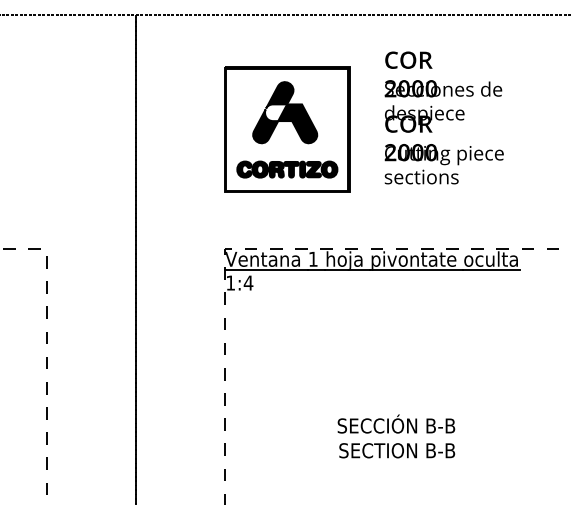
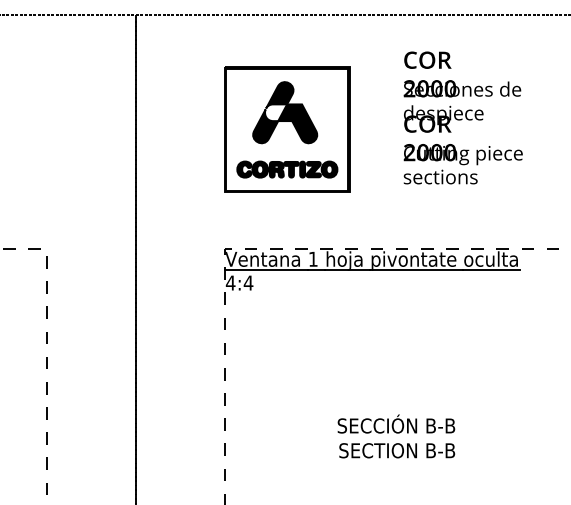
text at (443, 117) position: (443, 117) -> (462, 117)
text at (230, 282): 1:4 -> 4:4
